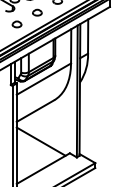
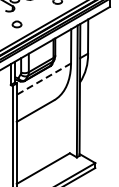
part at (37, 12): present -> none
line at (43, 79): solid -> dashed
line at (40, 141): present -> none
